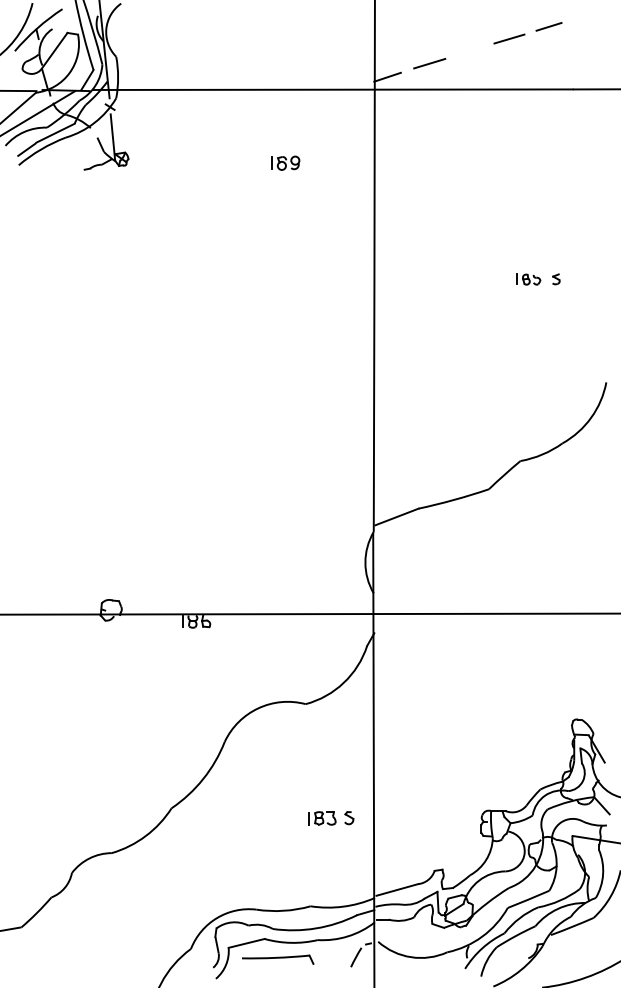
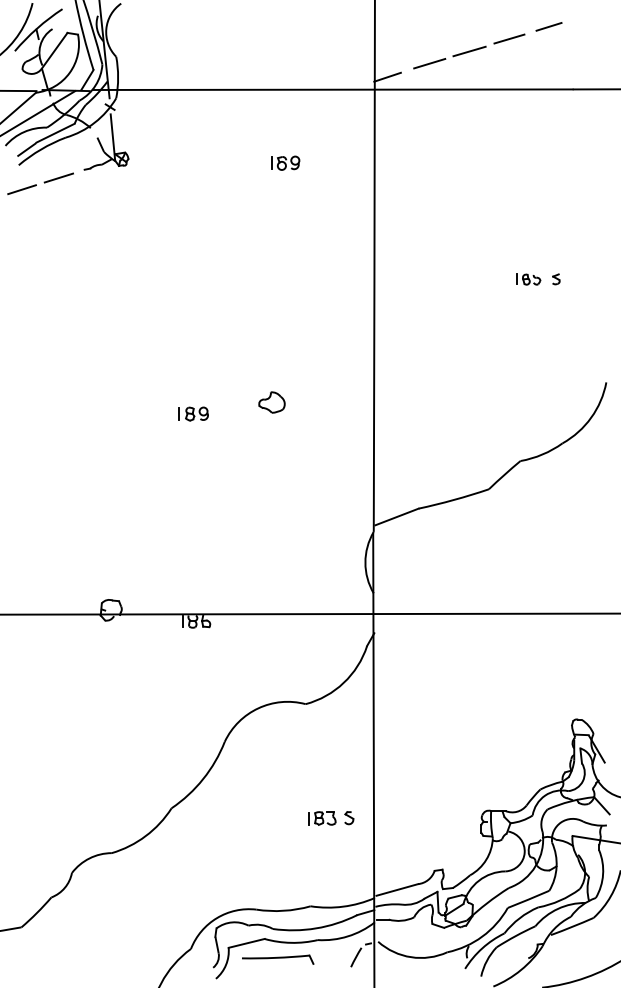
line at (469, 51): none -> present
line at (58, 177): none -> present
line at (21, 189): none -> present
part at (271, 402): none -> present
part at (193, 413): none -> present
